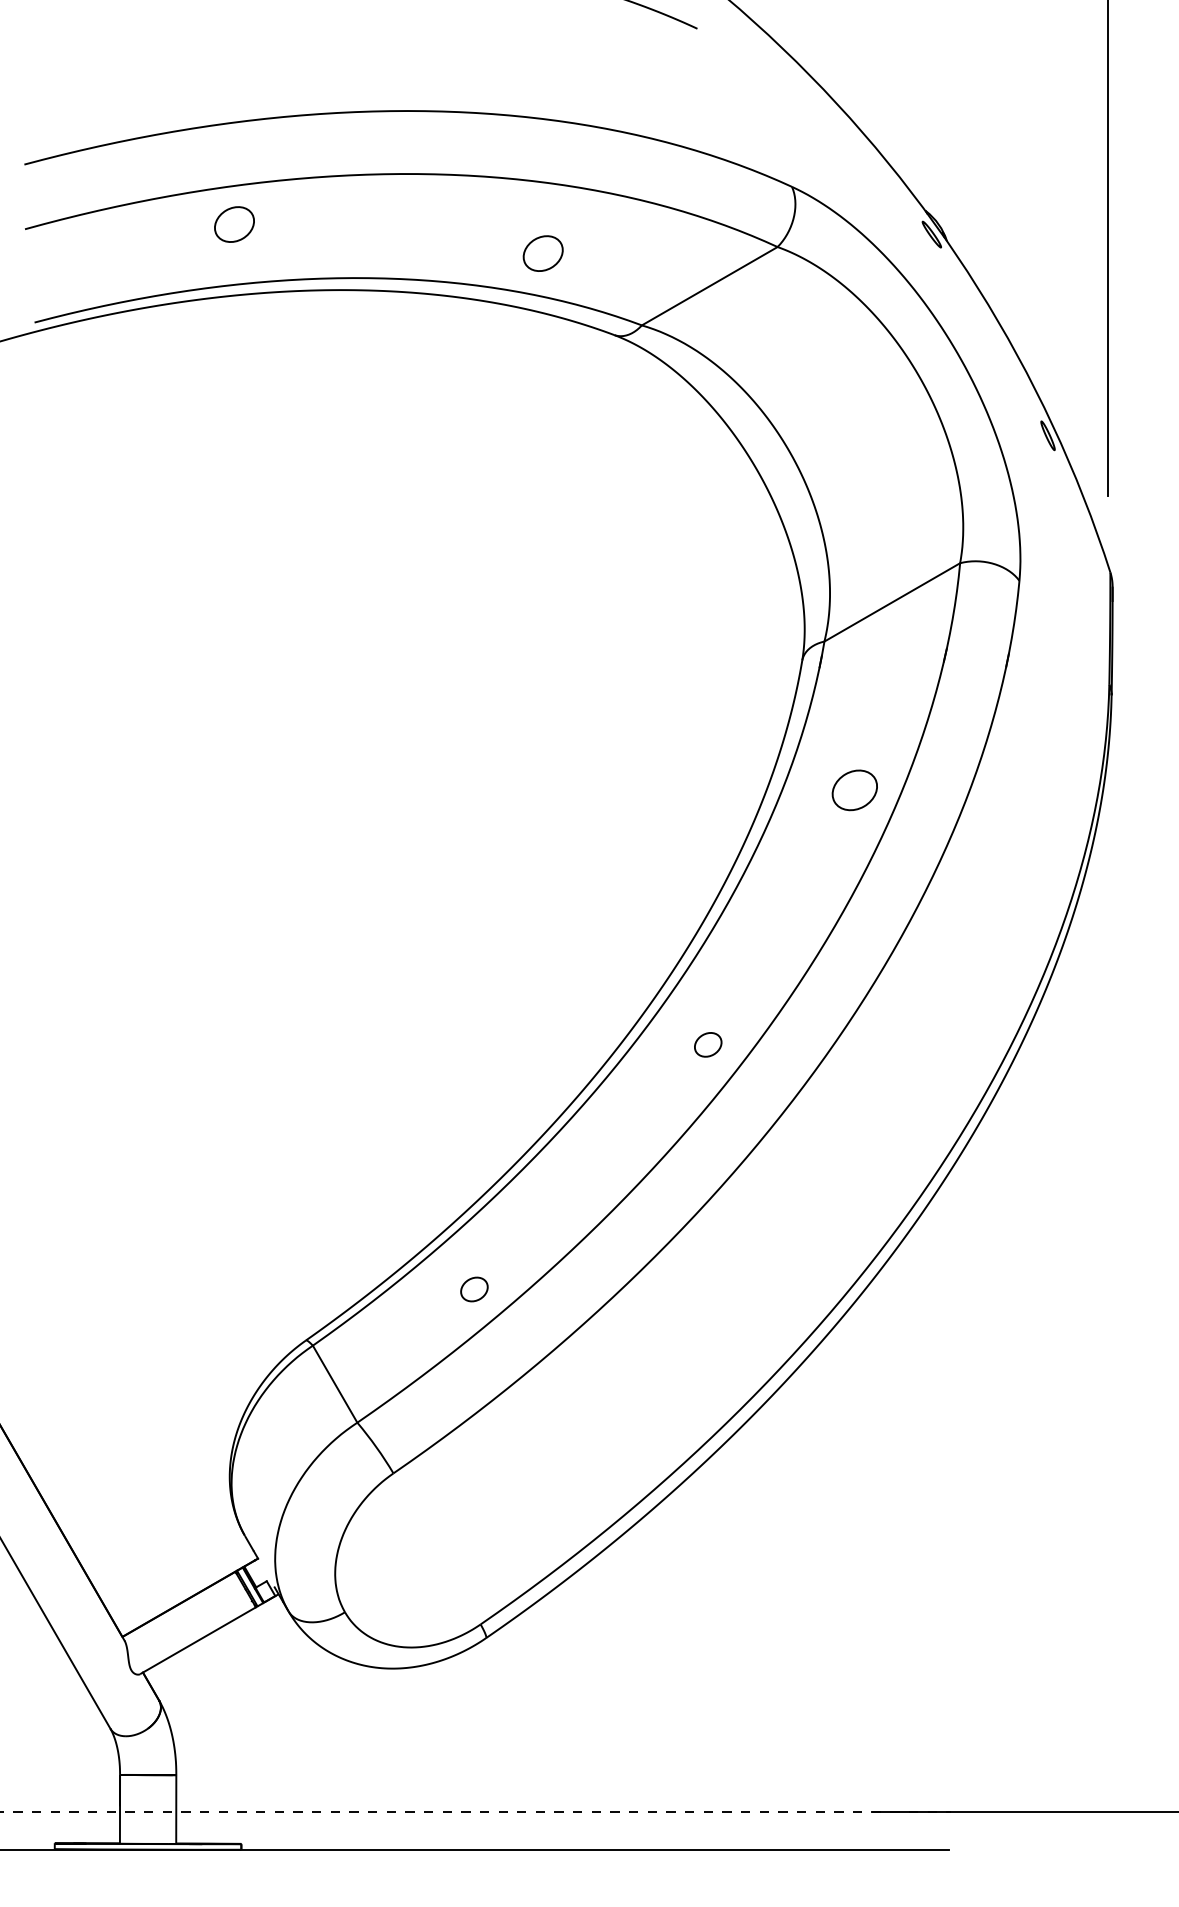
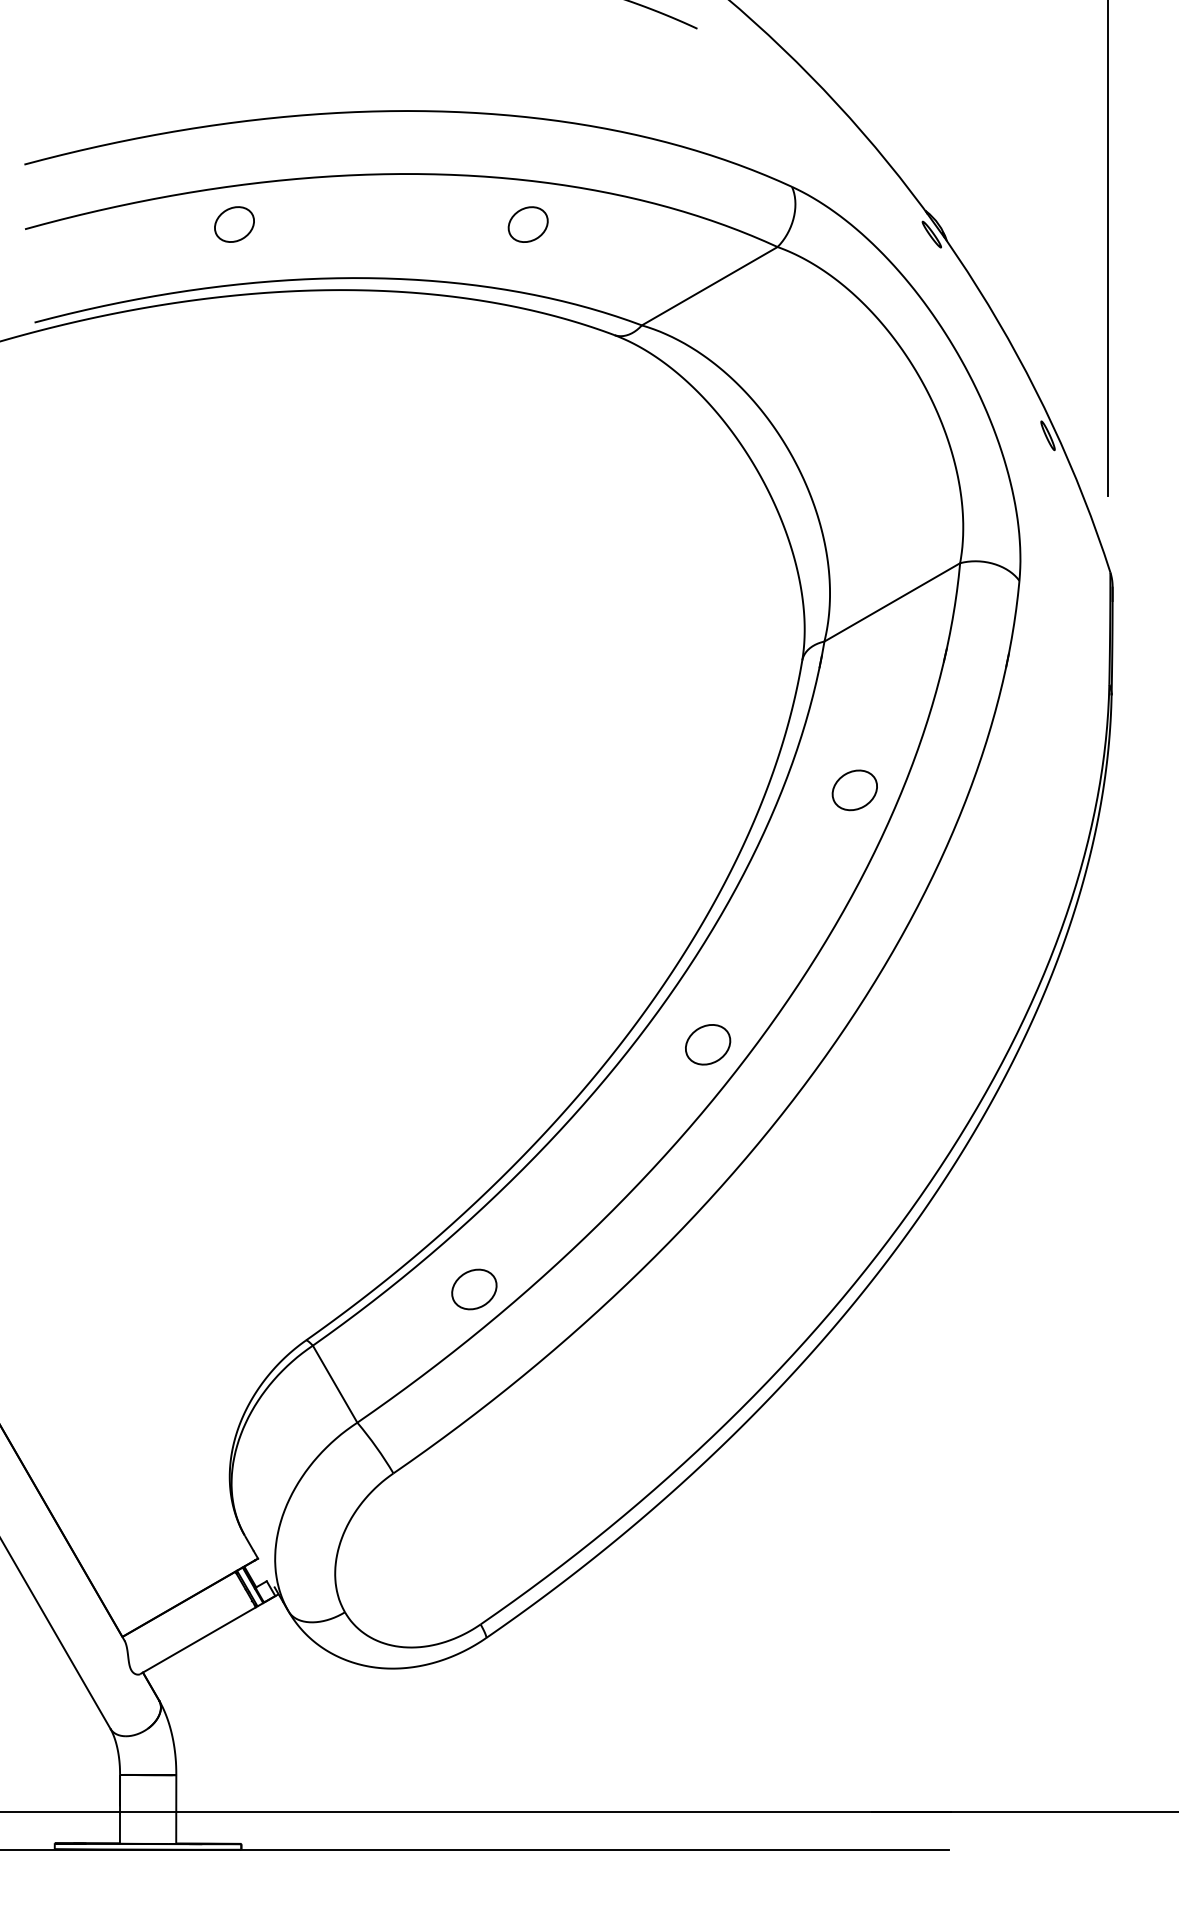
part at (542, 253) position: (542, 253) -> (527, 224)
part at (708, 1044) size: 29x26 px -> 47x42 px
part at (474, 1289) size: 29x27 px -> 47x43 px
line at (476, 1812): dashed -> solid
